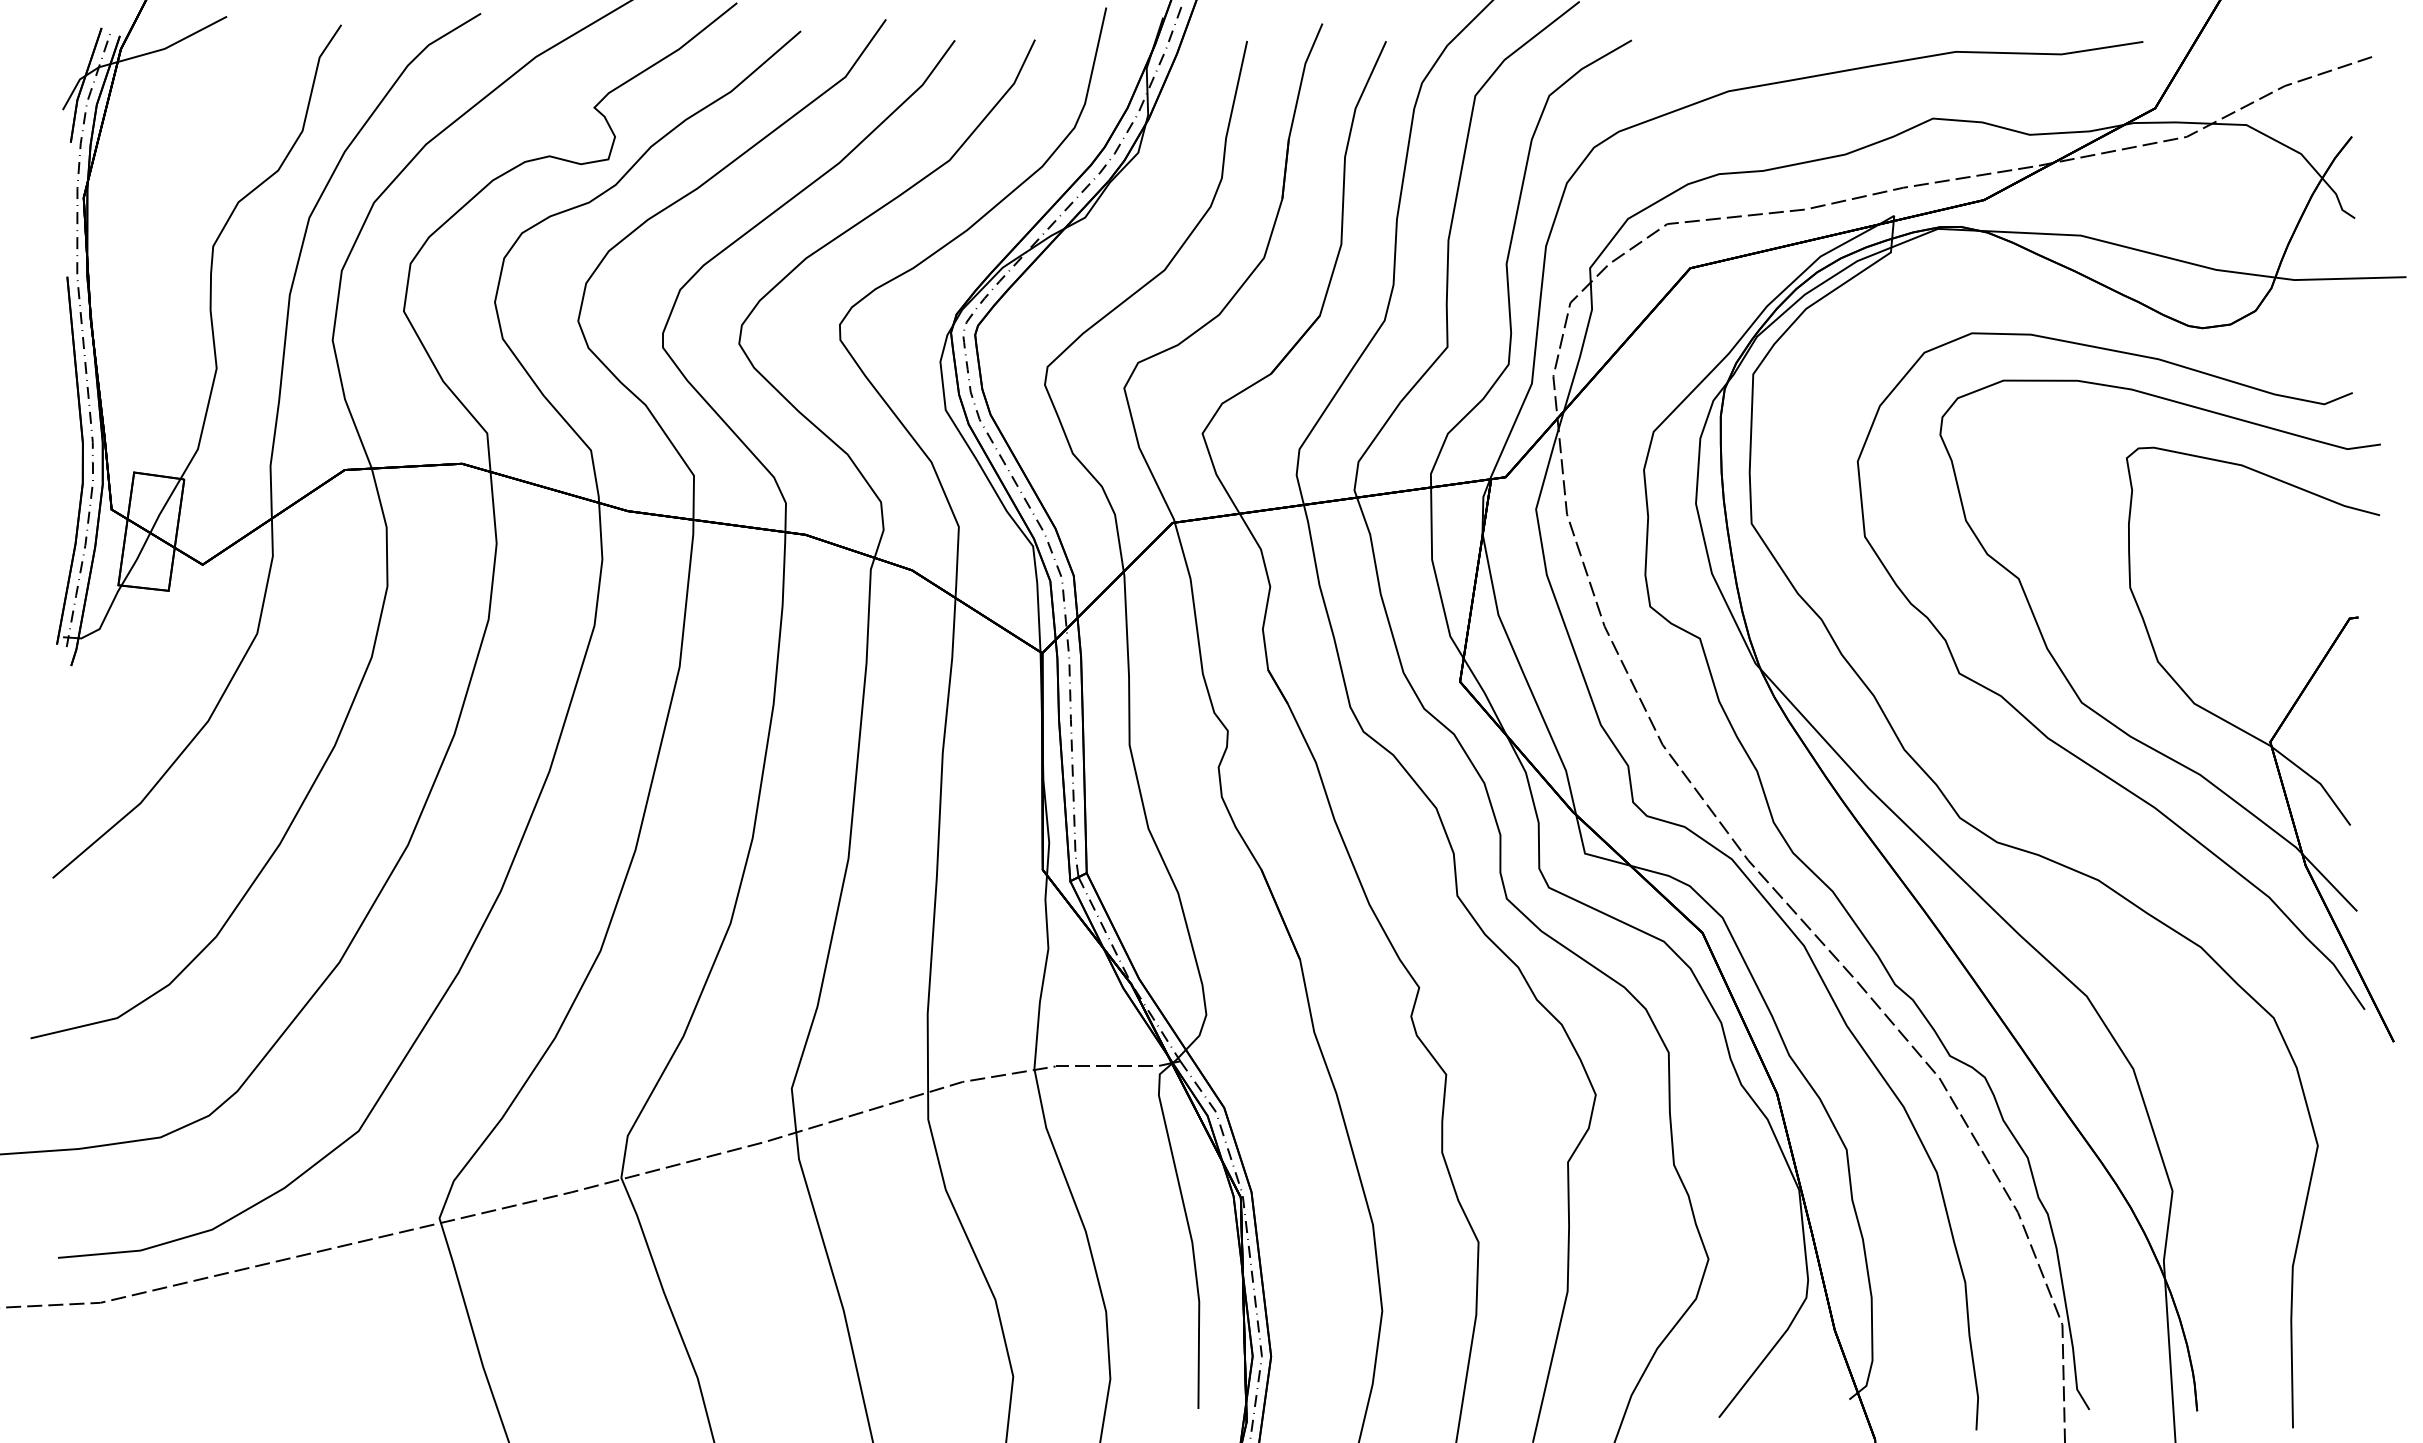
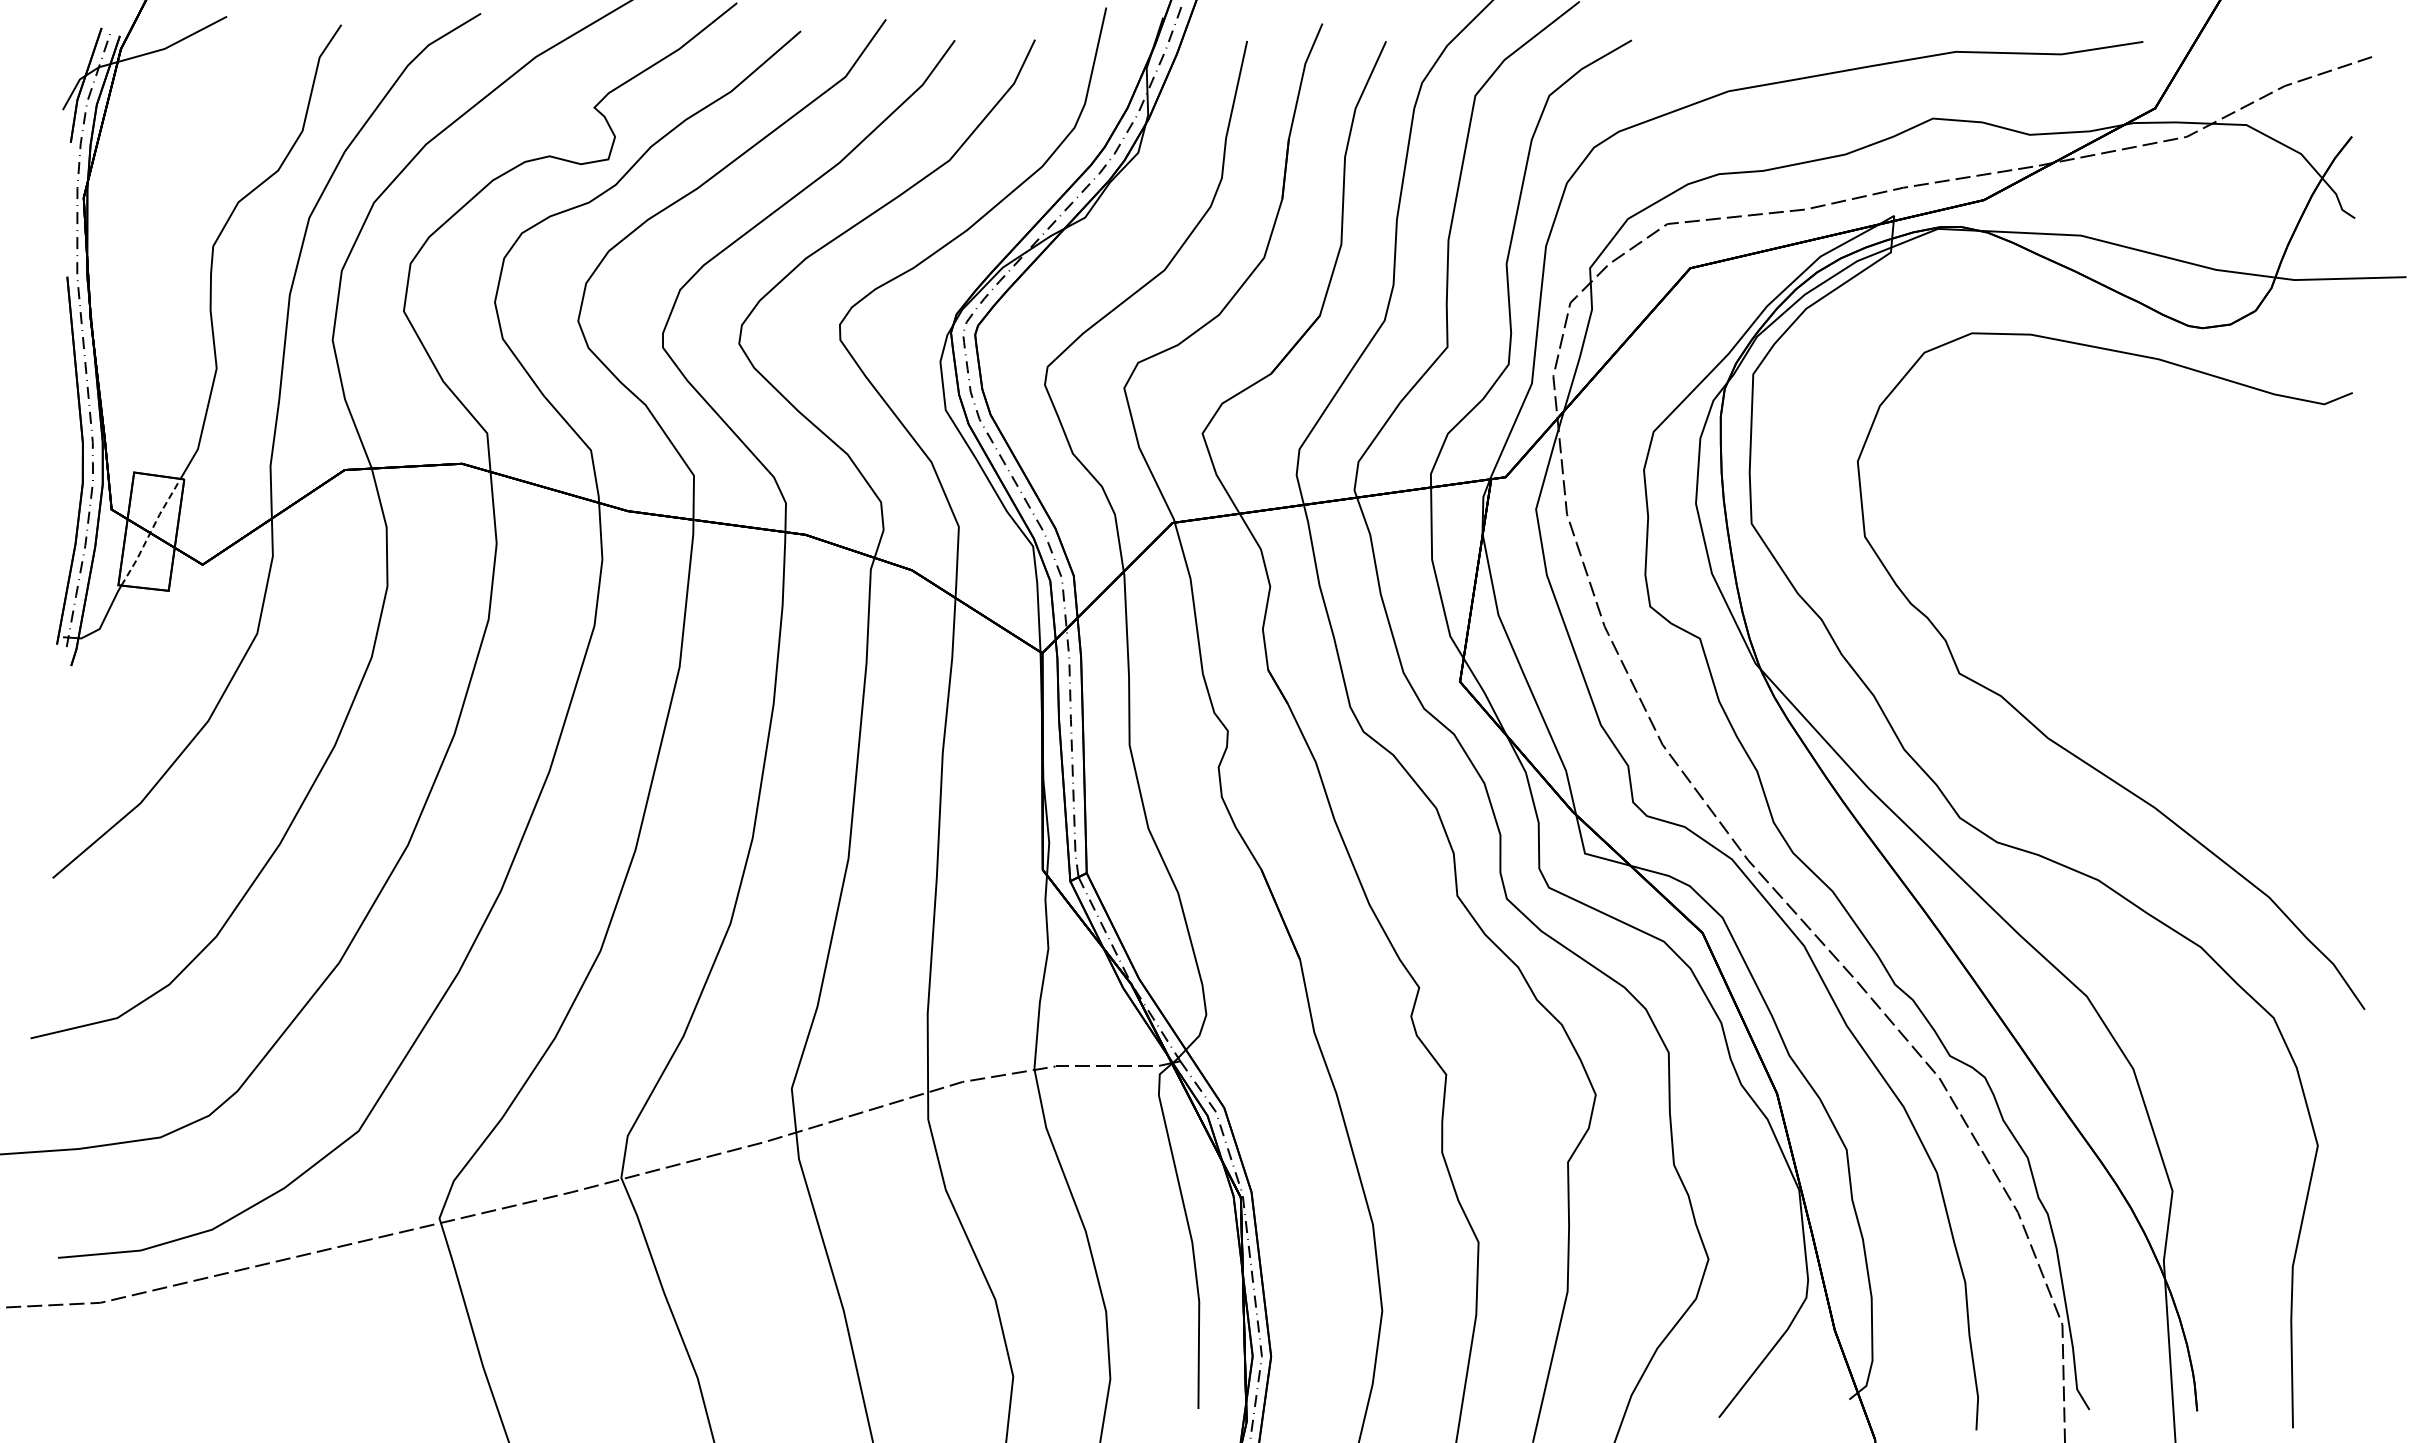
line at (151, 531): solid -> dashed
part at (2186, 696): present -> none
